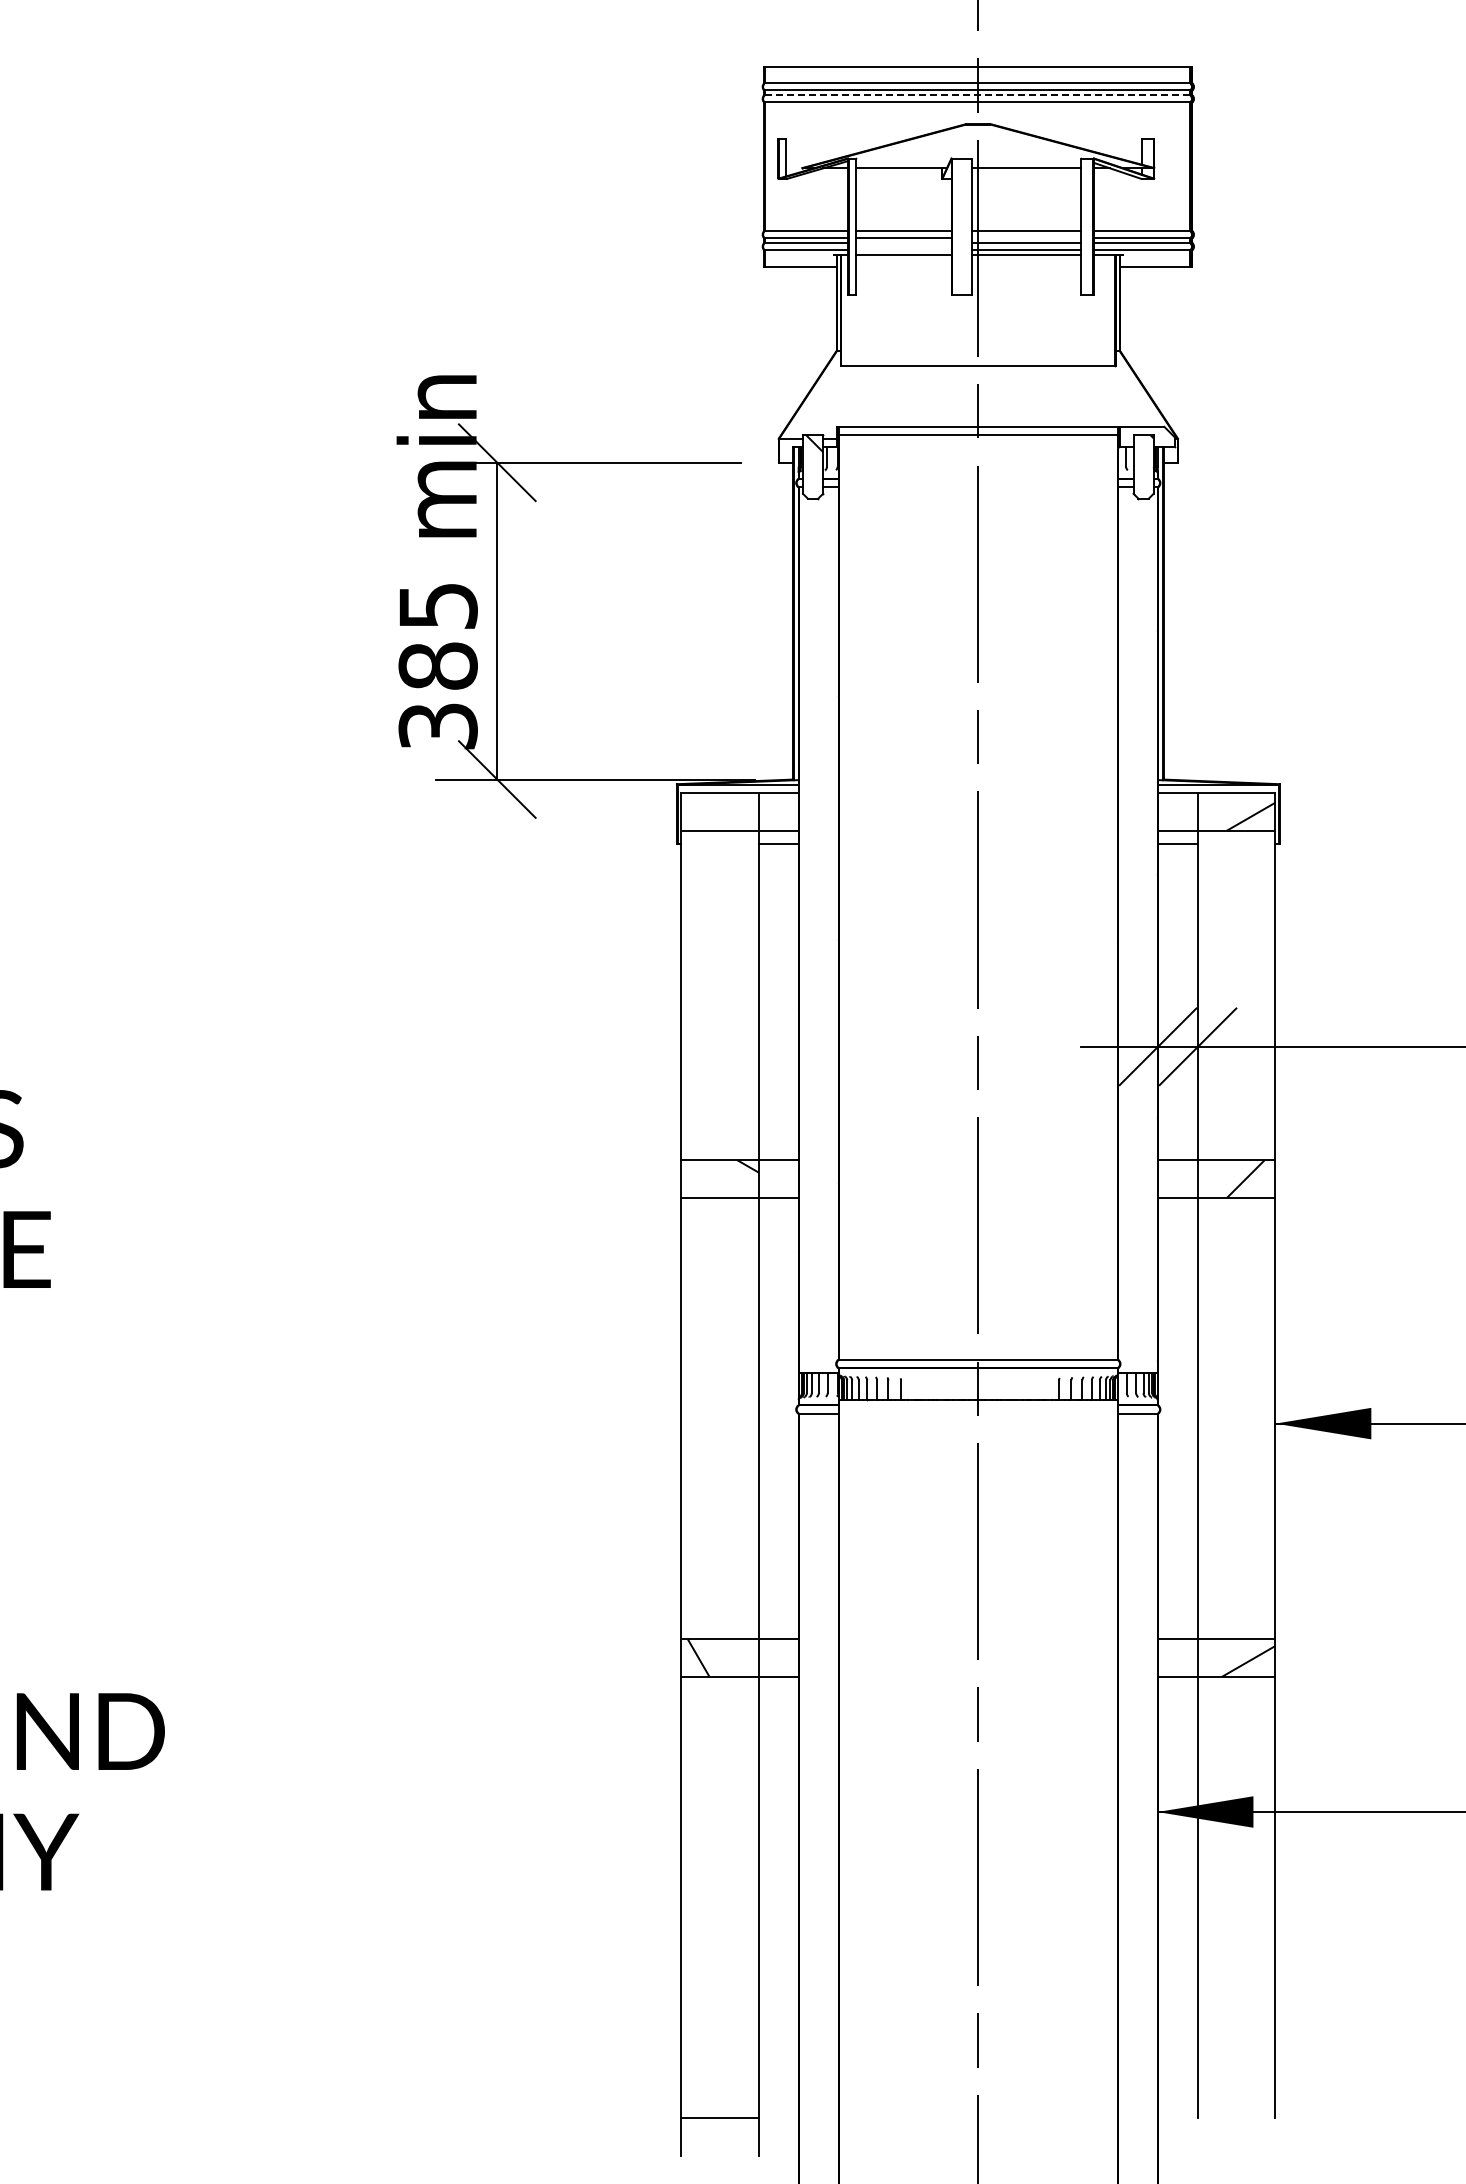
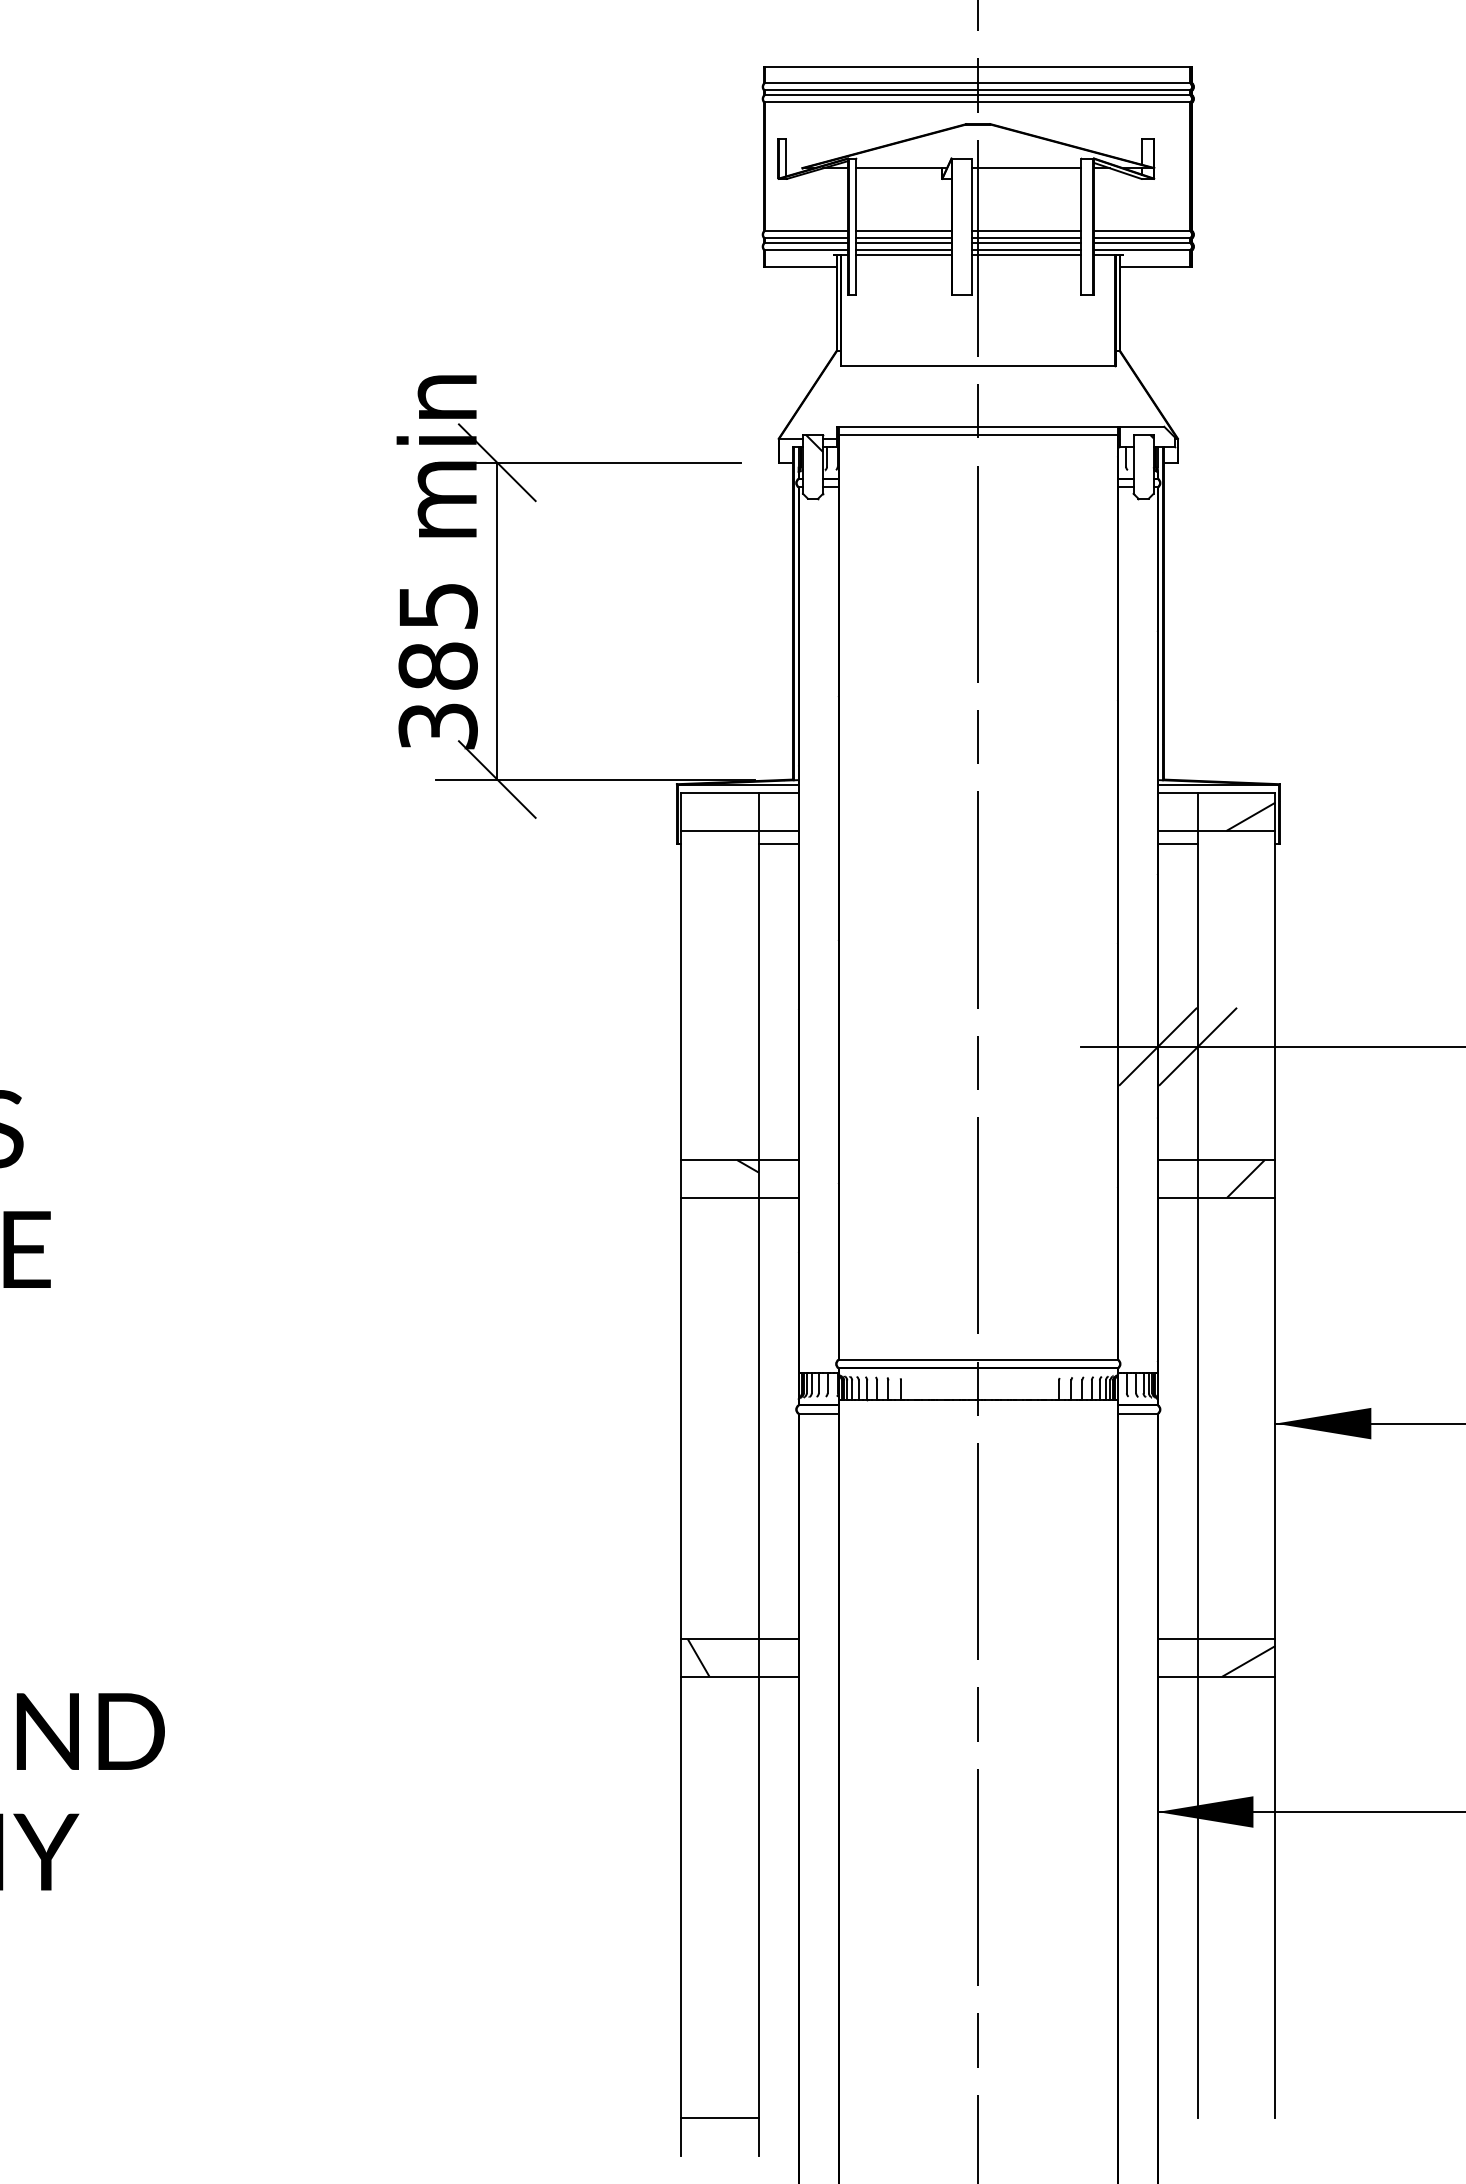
line at (977, 95): dashed -> solid
line at (1026, 238): none -> present
line at (903, 243): none -> present
line at (903, 250): none -> present
